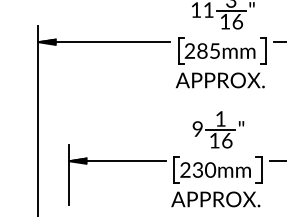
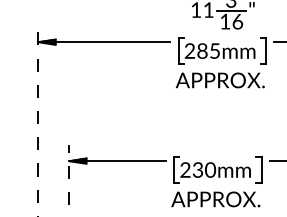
line at (38, 120): solid -> dashed
part at (218, 129): present -> none
line at (69, 174): solid -> dashed
